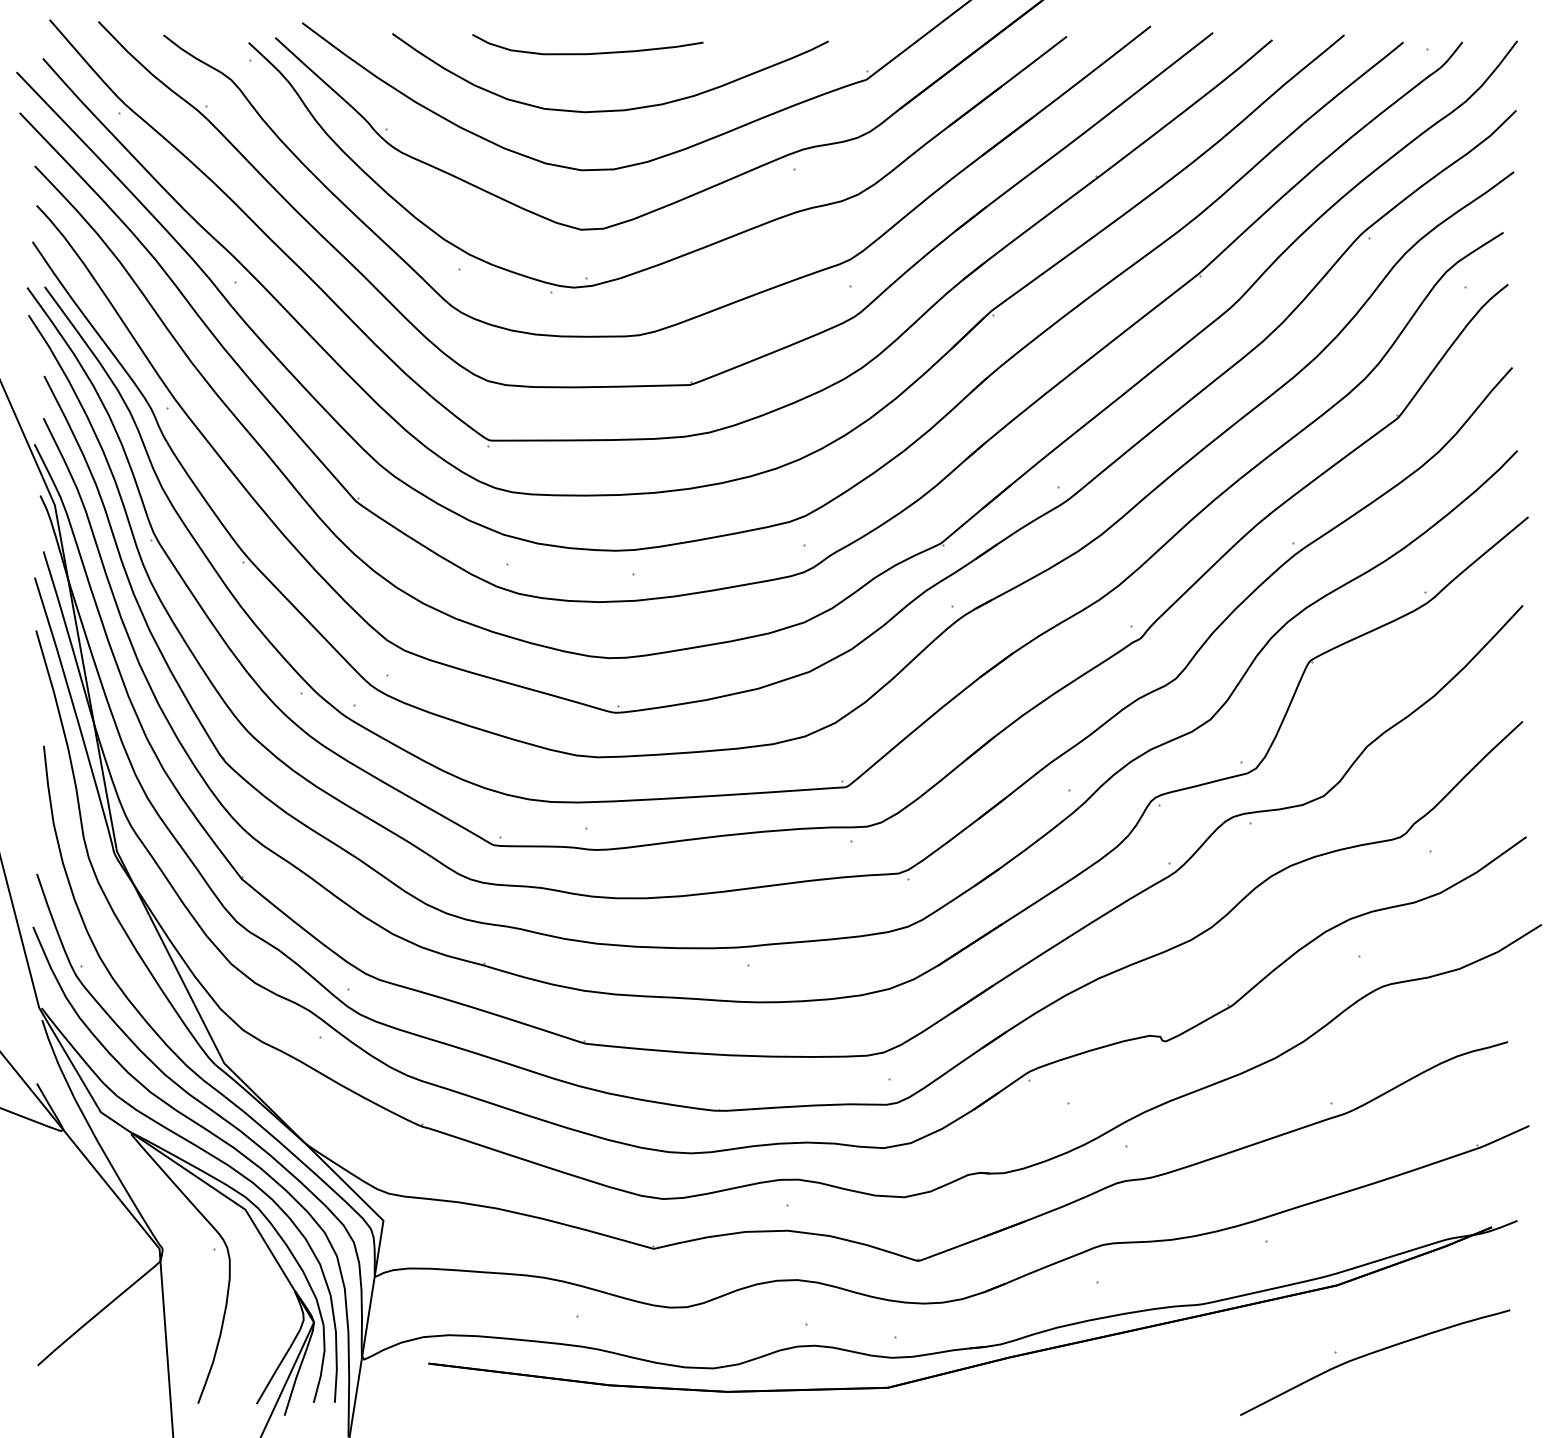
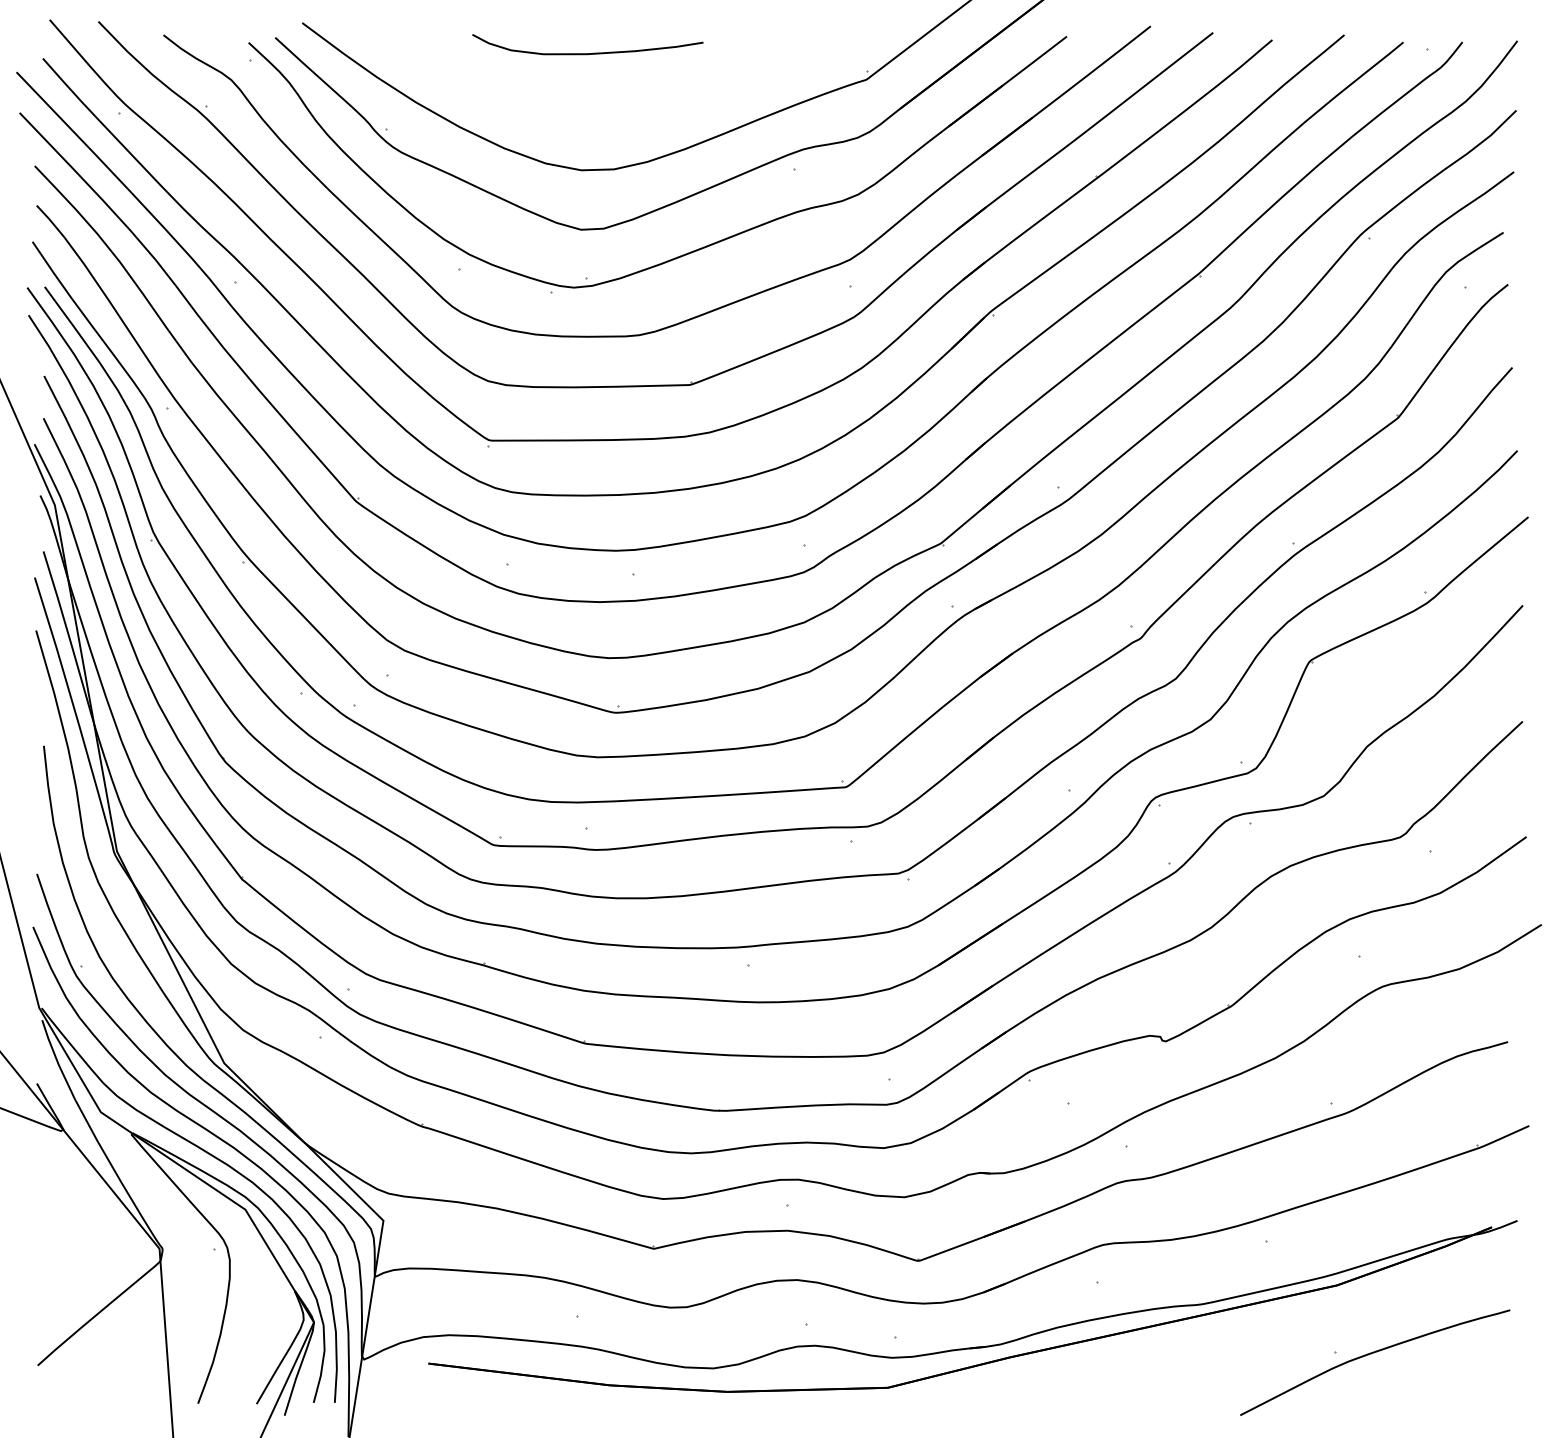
curve at (613, 109): present -> none
